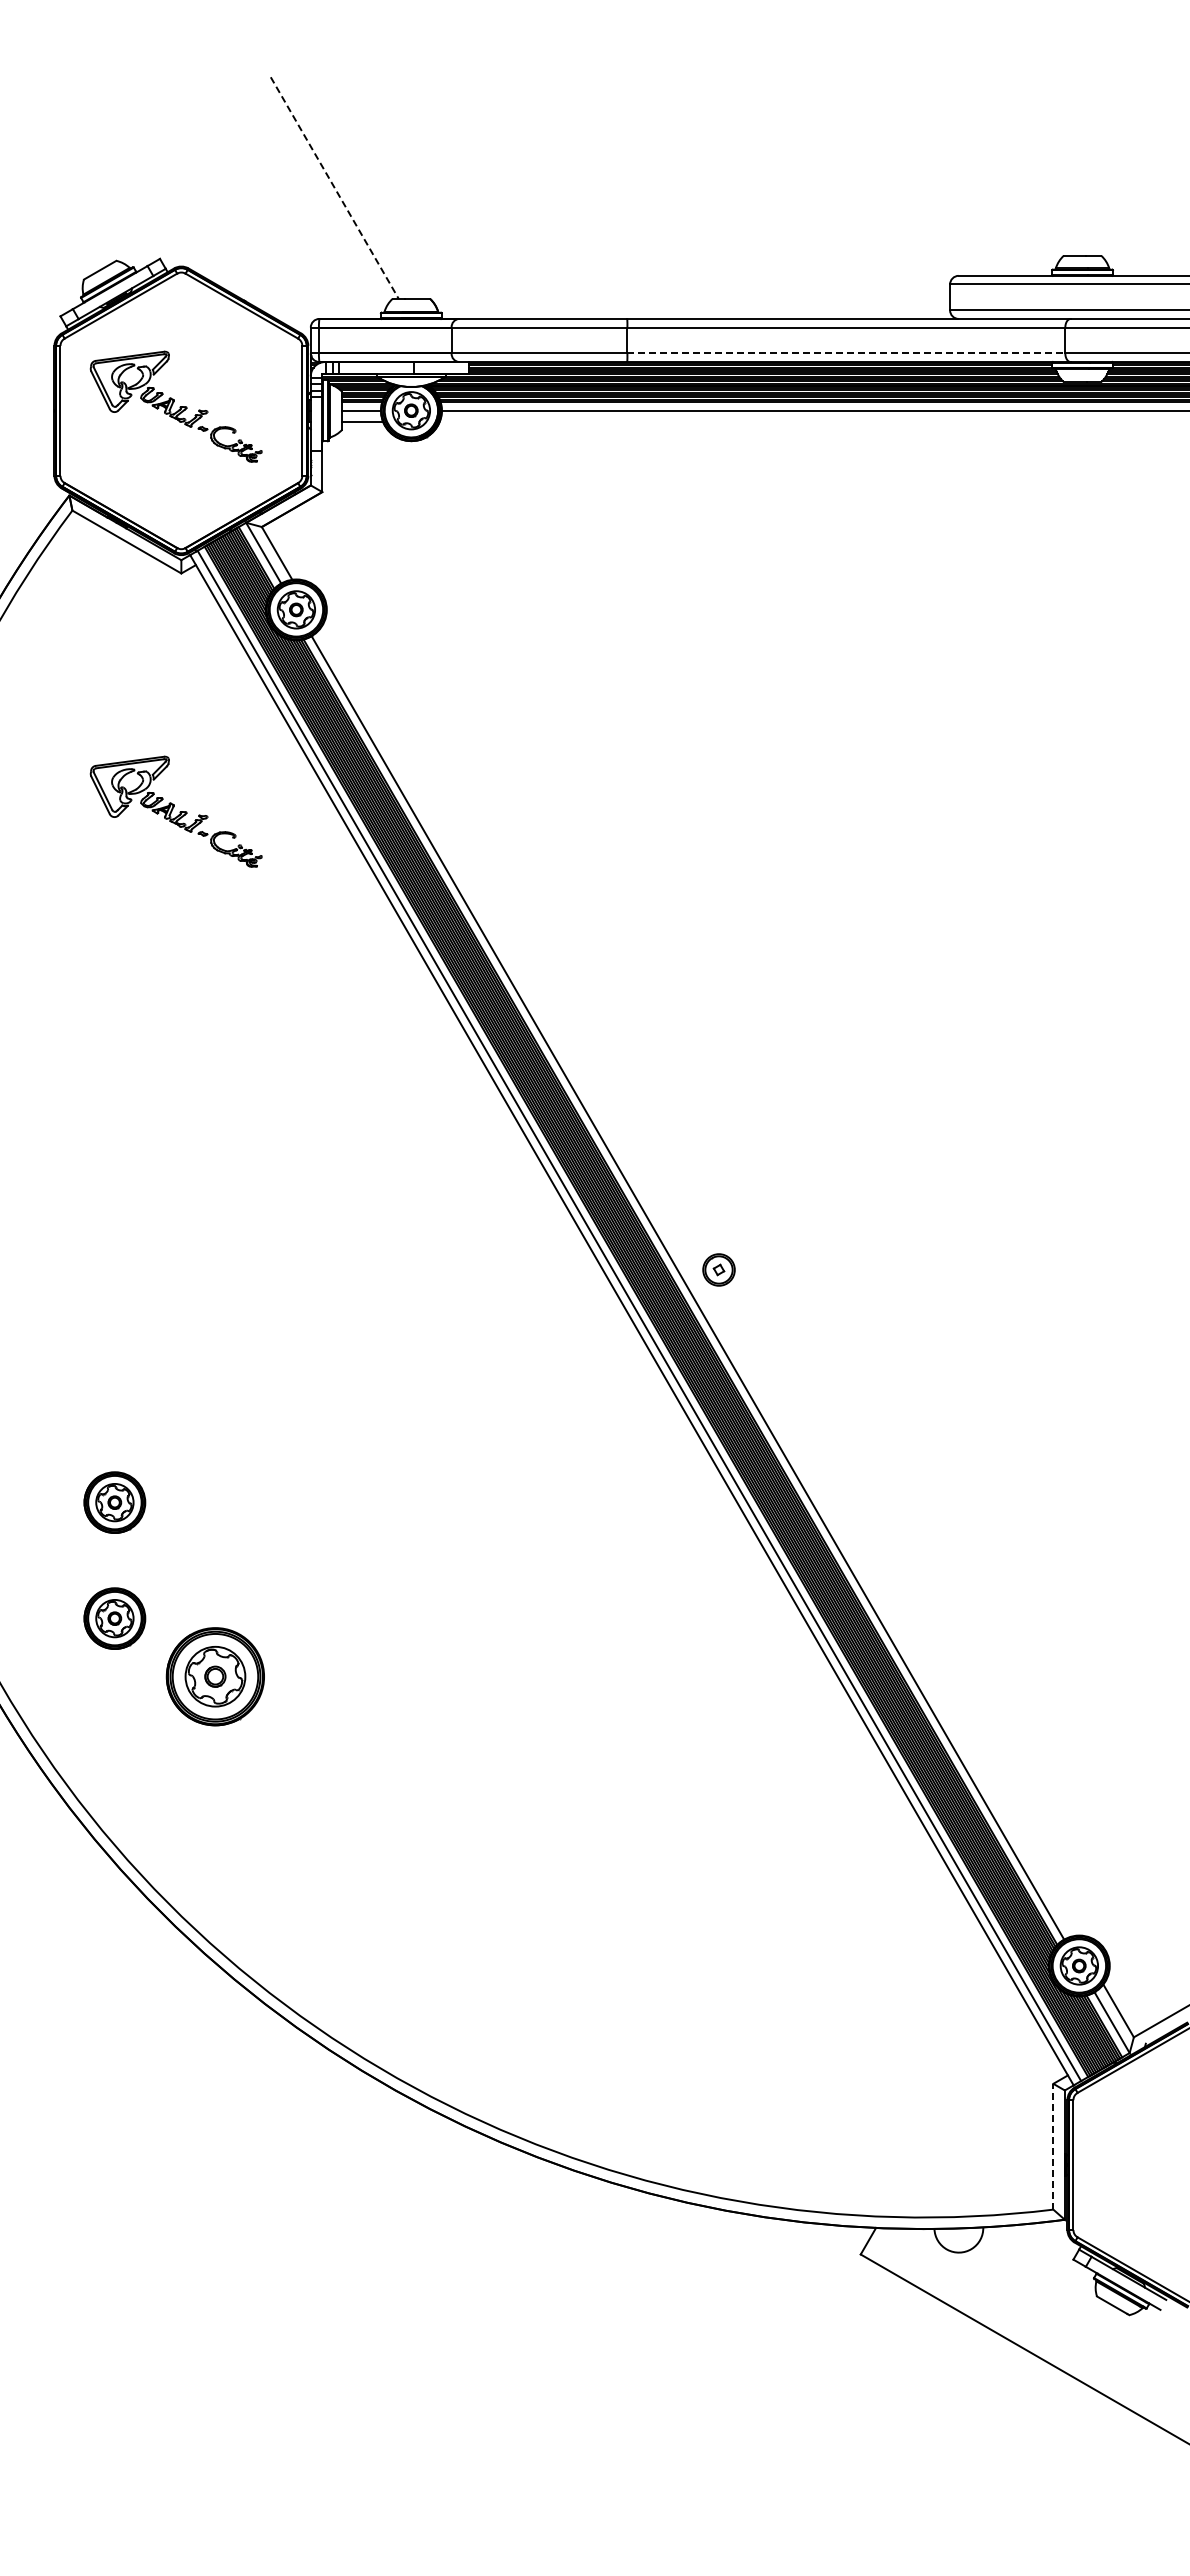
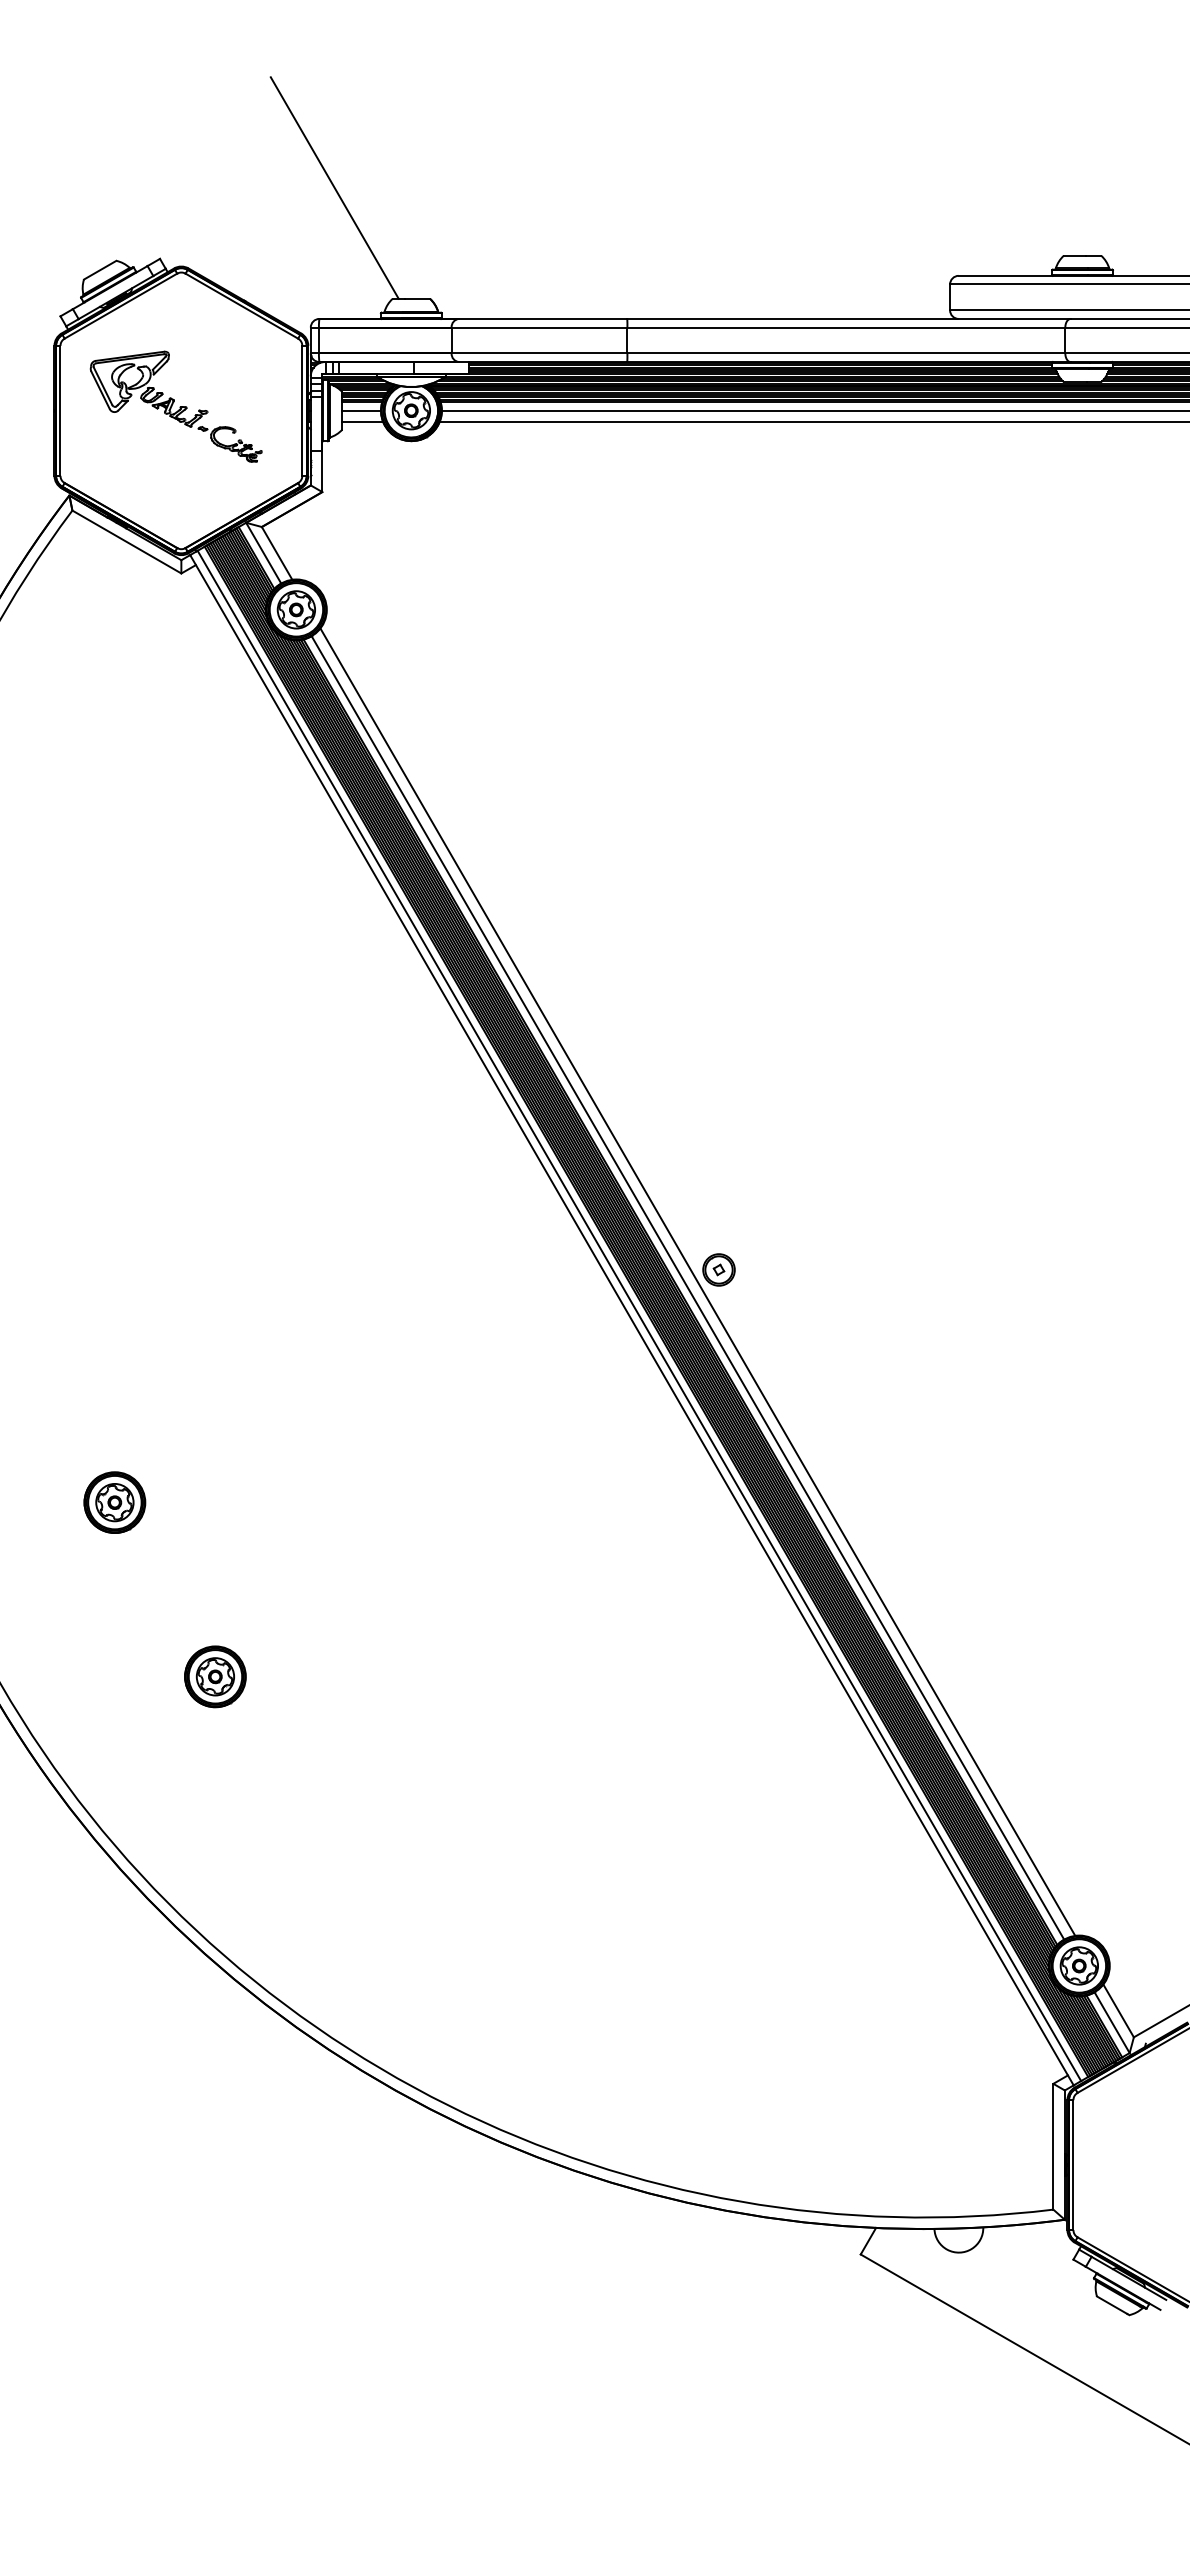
line at (334, 188): dashed -> solid
line at (846, 353): dashed -> solid
line at (812, 422): none -> present
part at (175, 811): present -> none
line at (697, 1281): none -> present
part at (114, 1618): present -> none
part at (214, 1676) size: 100x100 px -> 63x64 px
line at (1053, 2146): dashed -> solid
